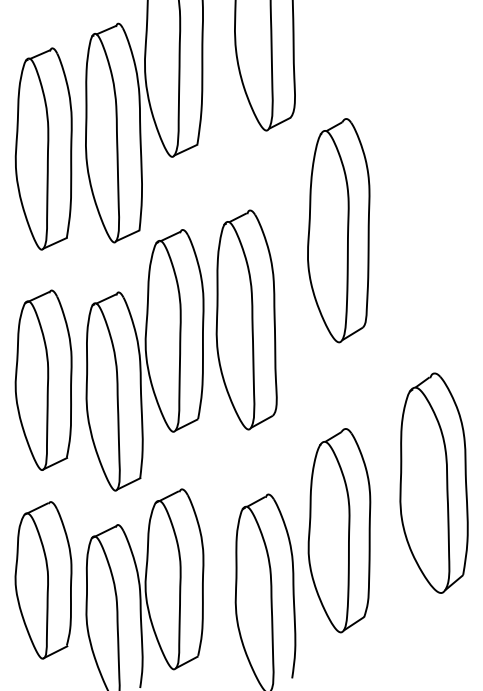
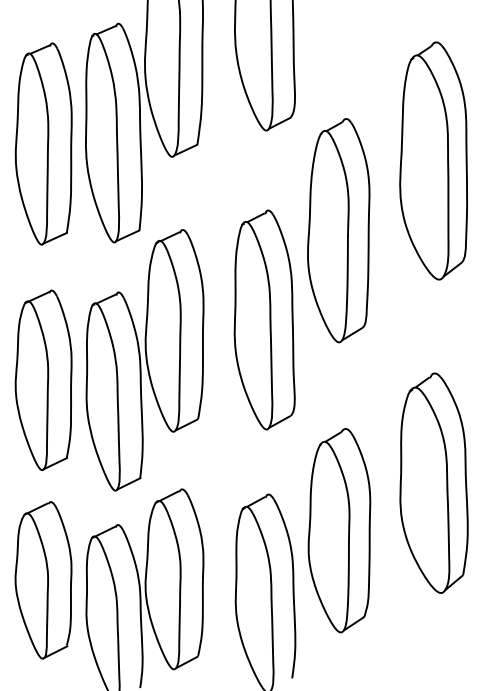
part at (43, 148) position: (43, 148) -> (43, 143)
part at (433, 160): none -> present
part at (246, 319) position: (246, 319) -> (264, 319)
